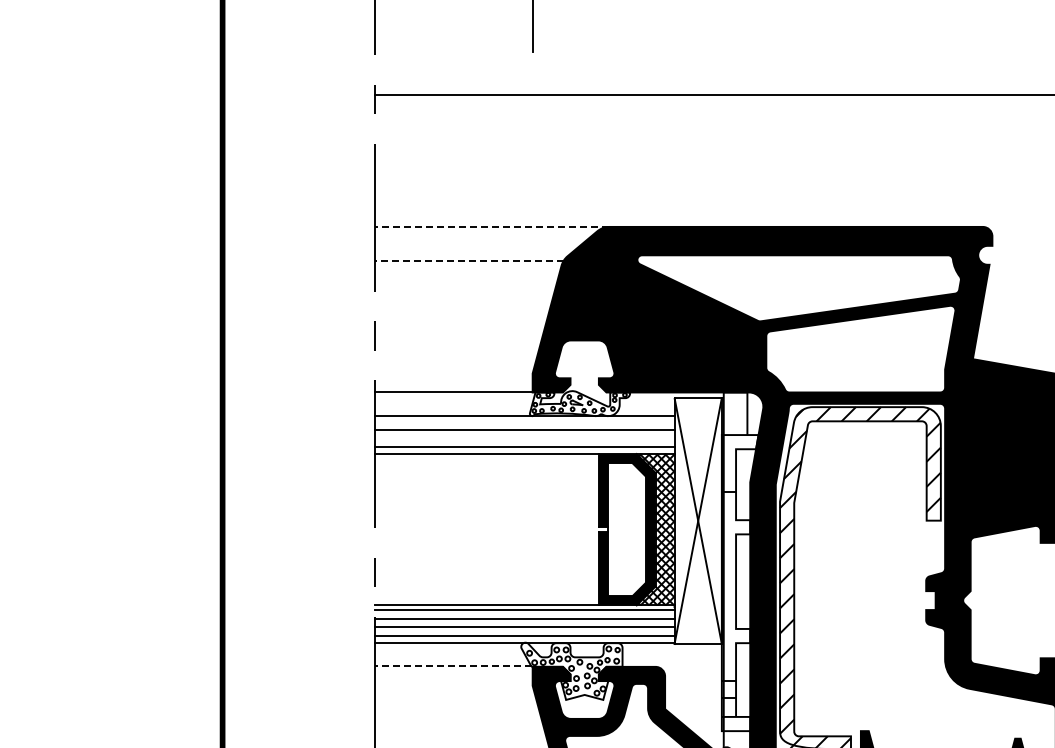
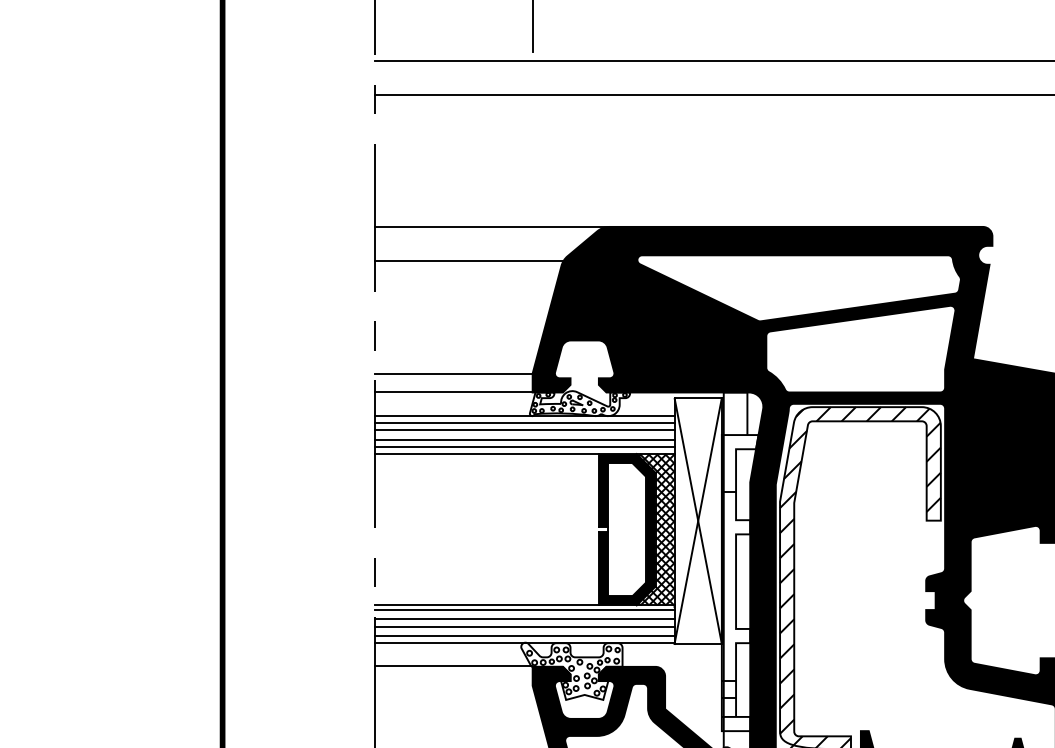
line at (712, 61): none -> present
line at (491, 226): dashed -> solid
line at (469, 260): dashed -> solid
line at (453, 373): none -> present
line at (524, 423): none -> present
line at (524, 439): none -> present
line at (452, 665): dashed -> solid
